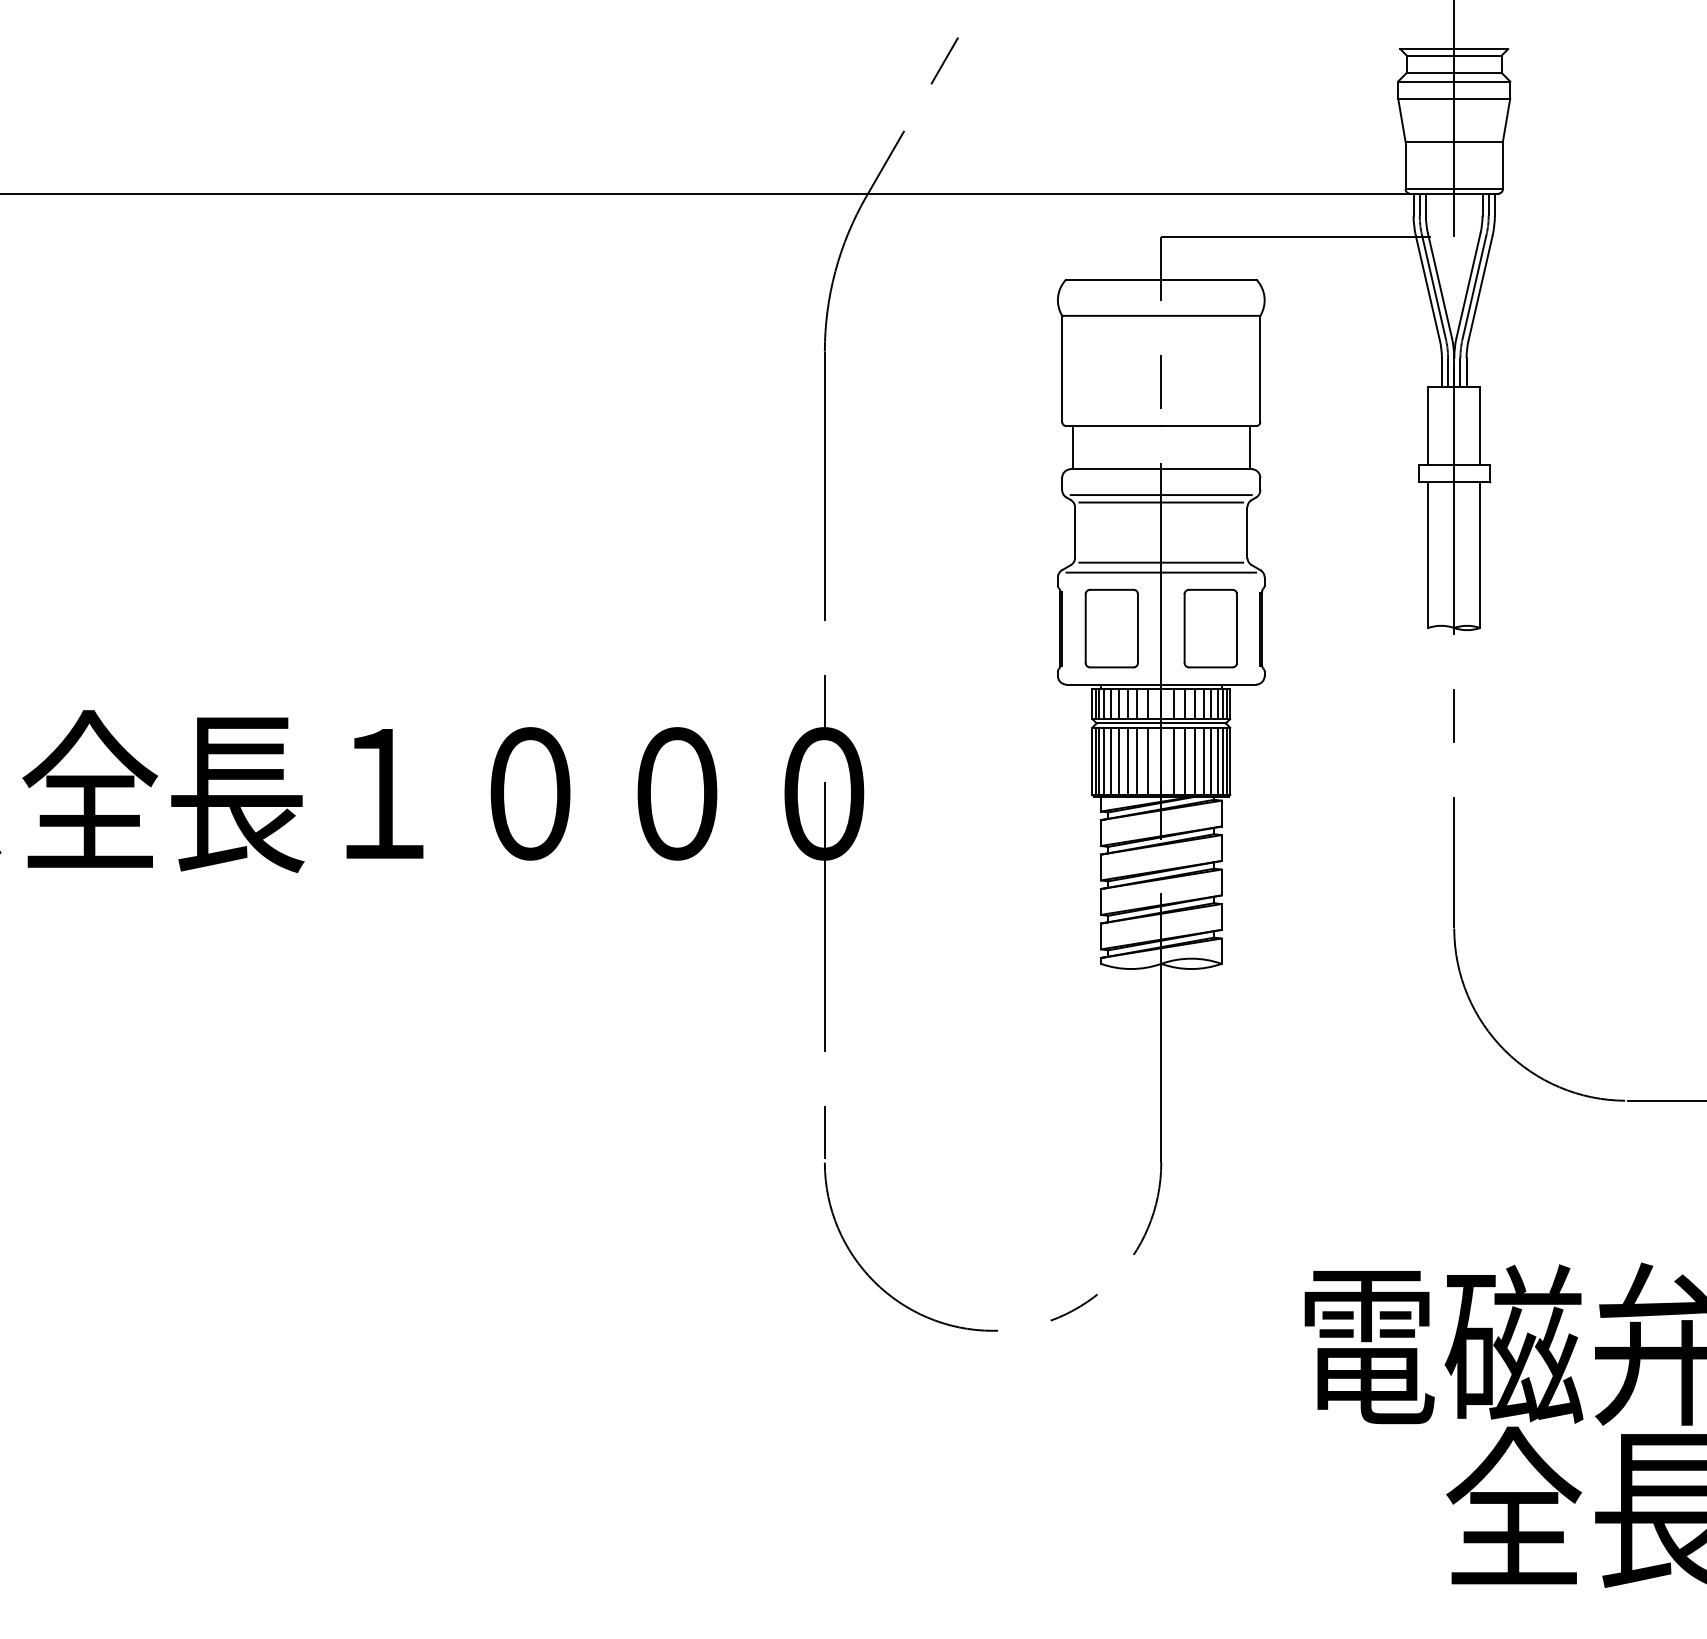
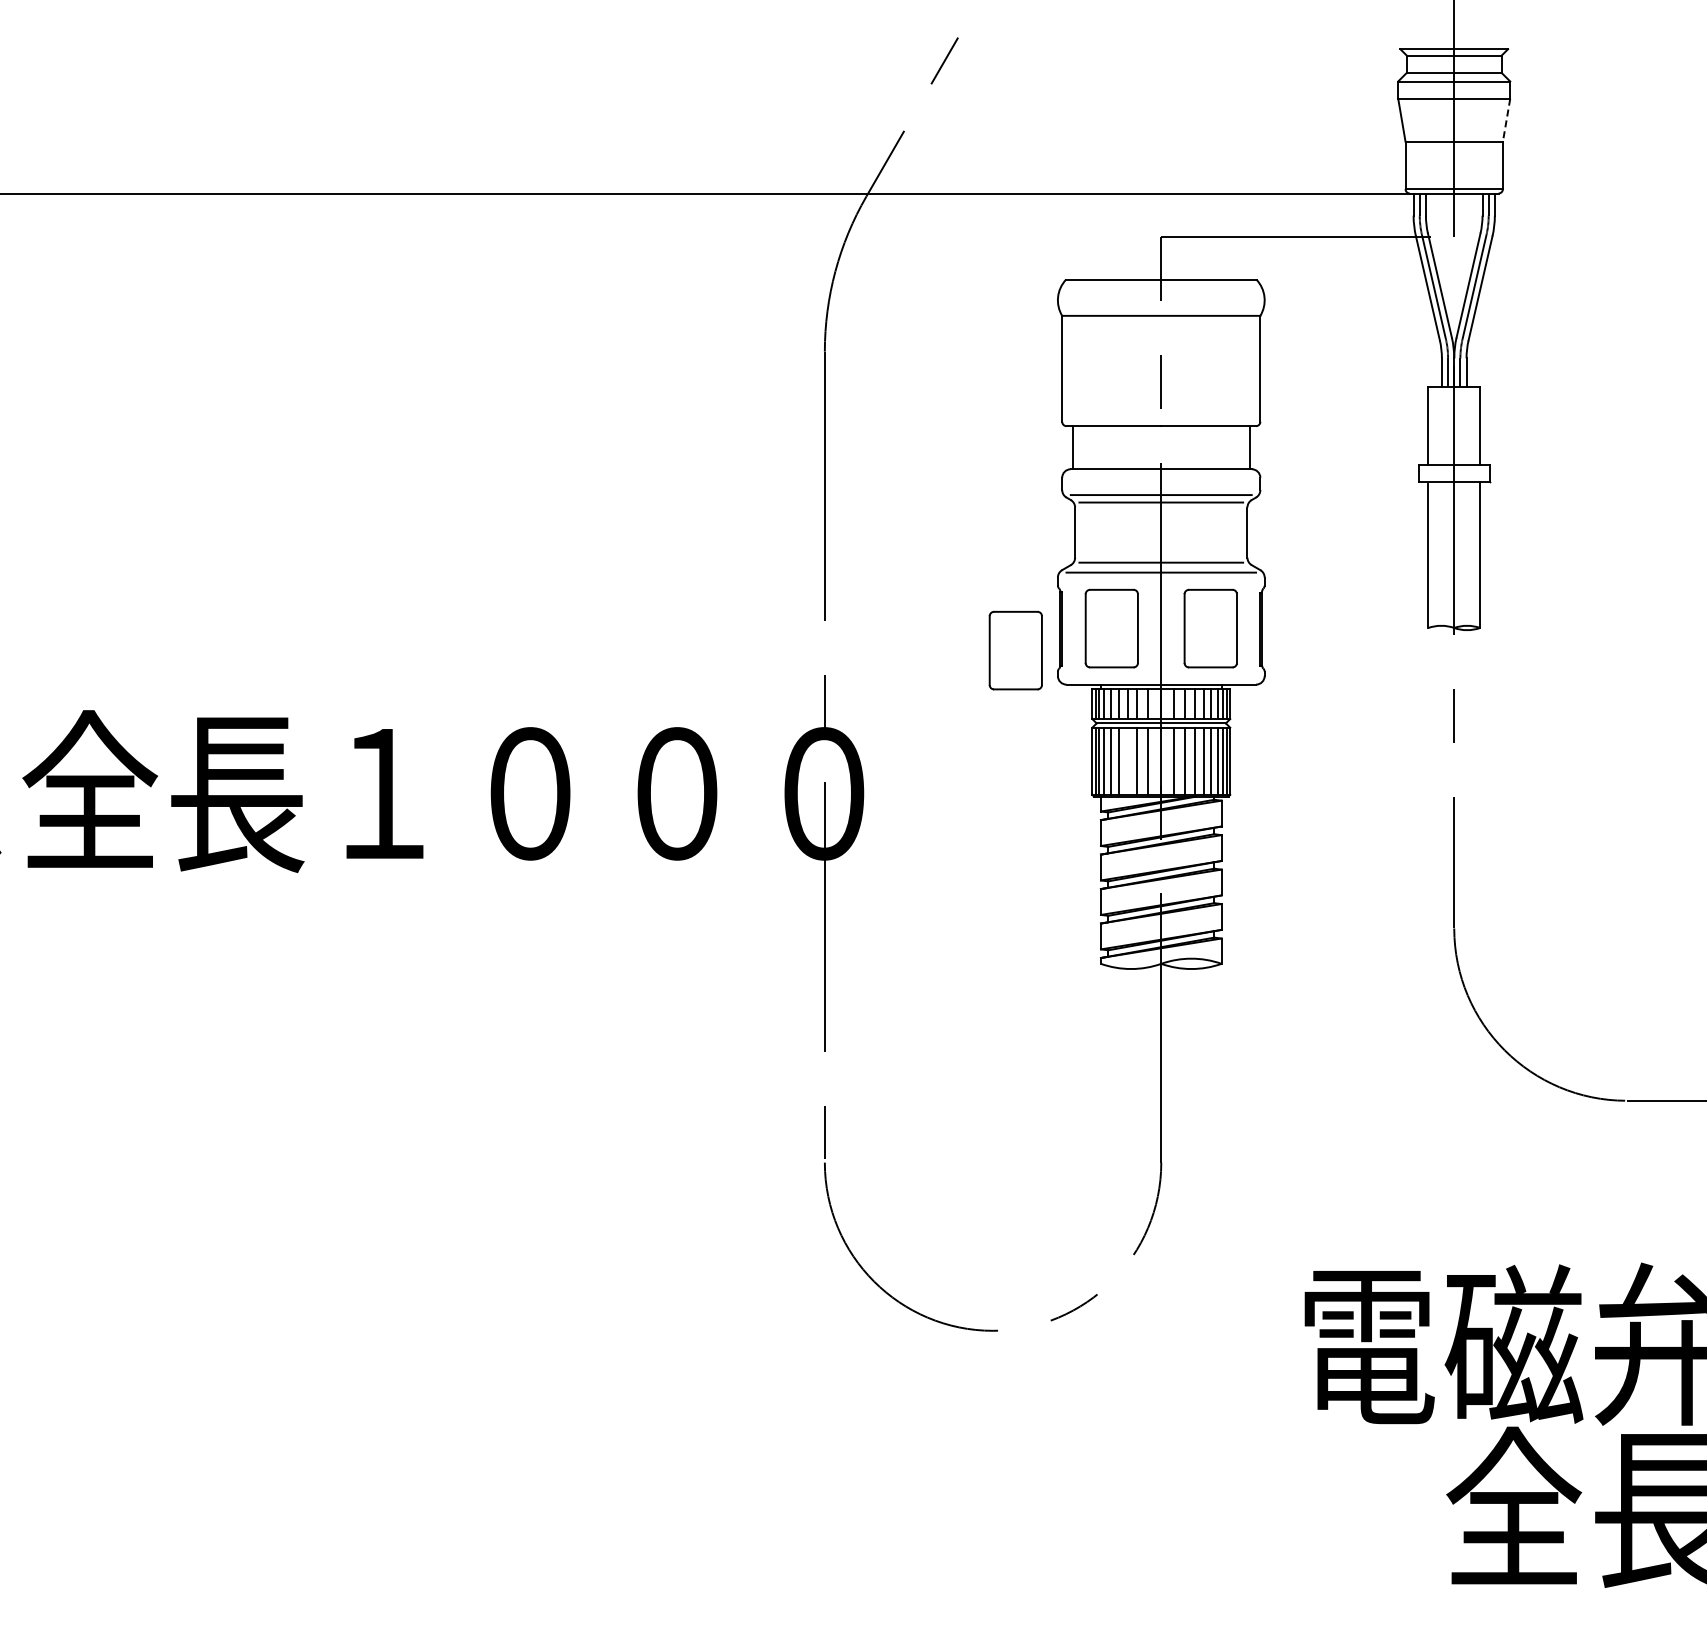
line at (1506, 120): solid -> dashed
part at (1015, 650): none -> present
line at (1127, 760): present -> none
